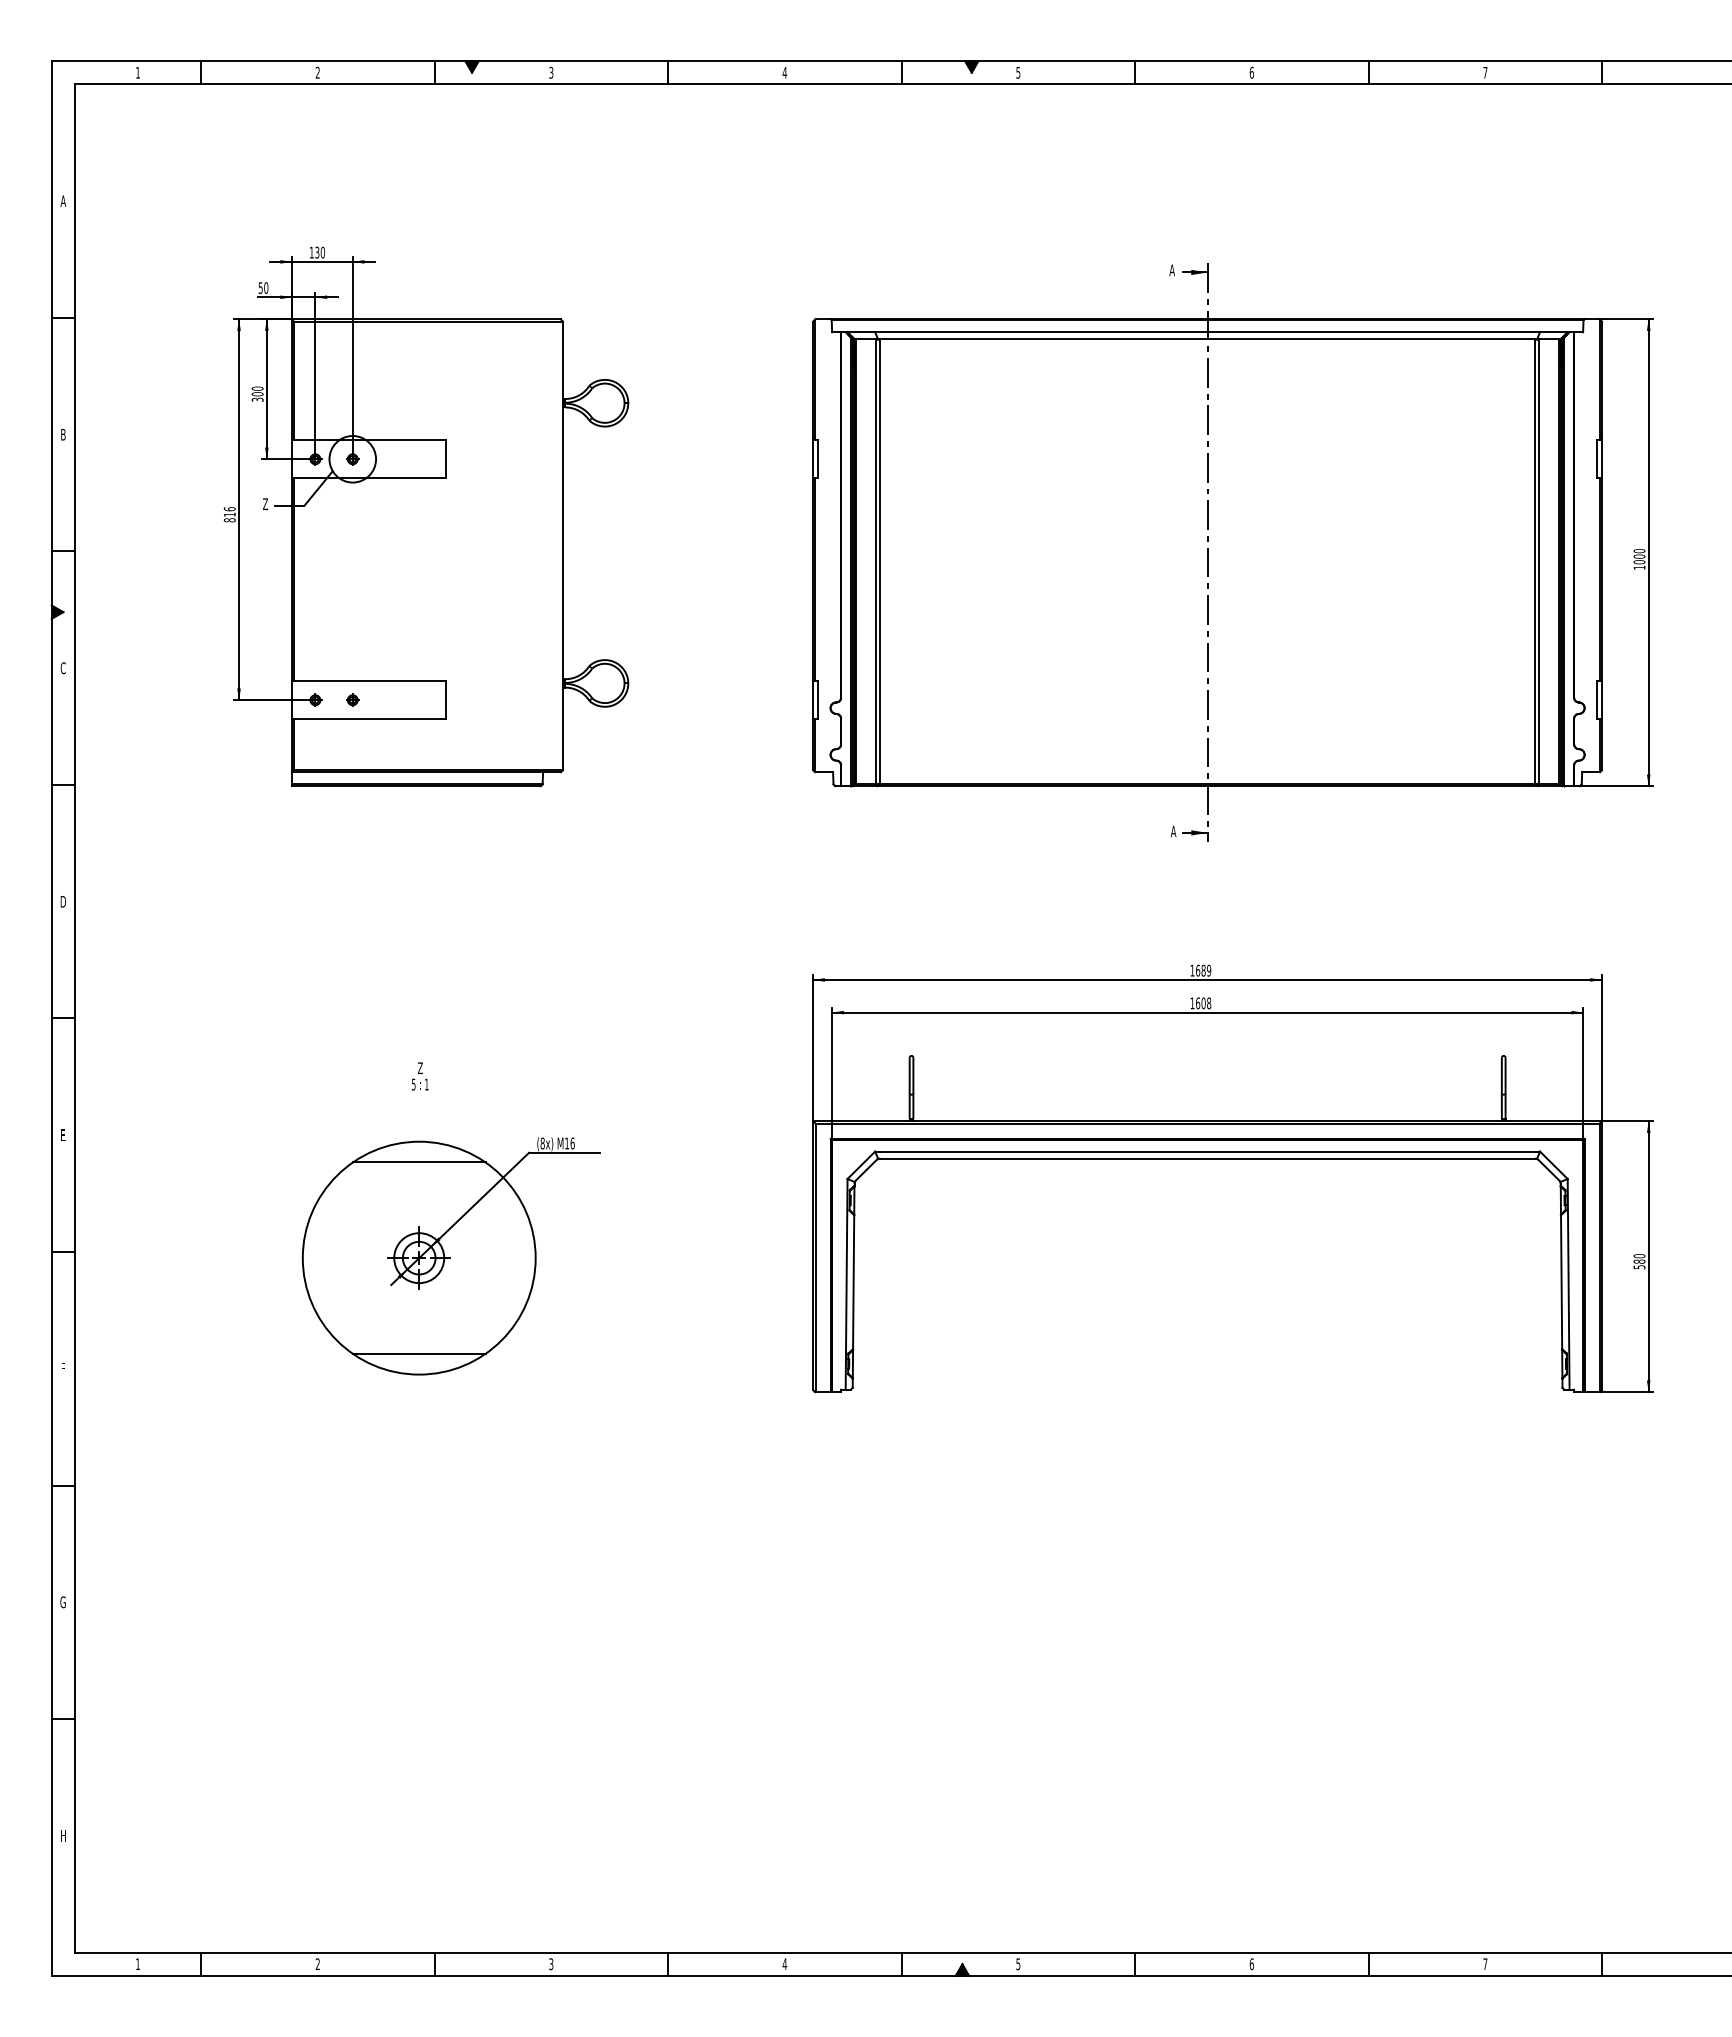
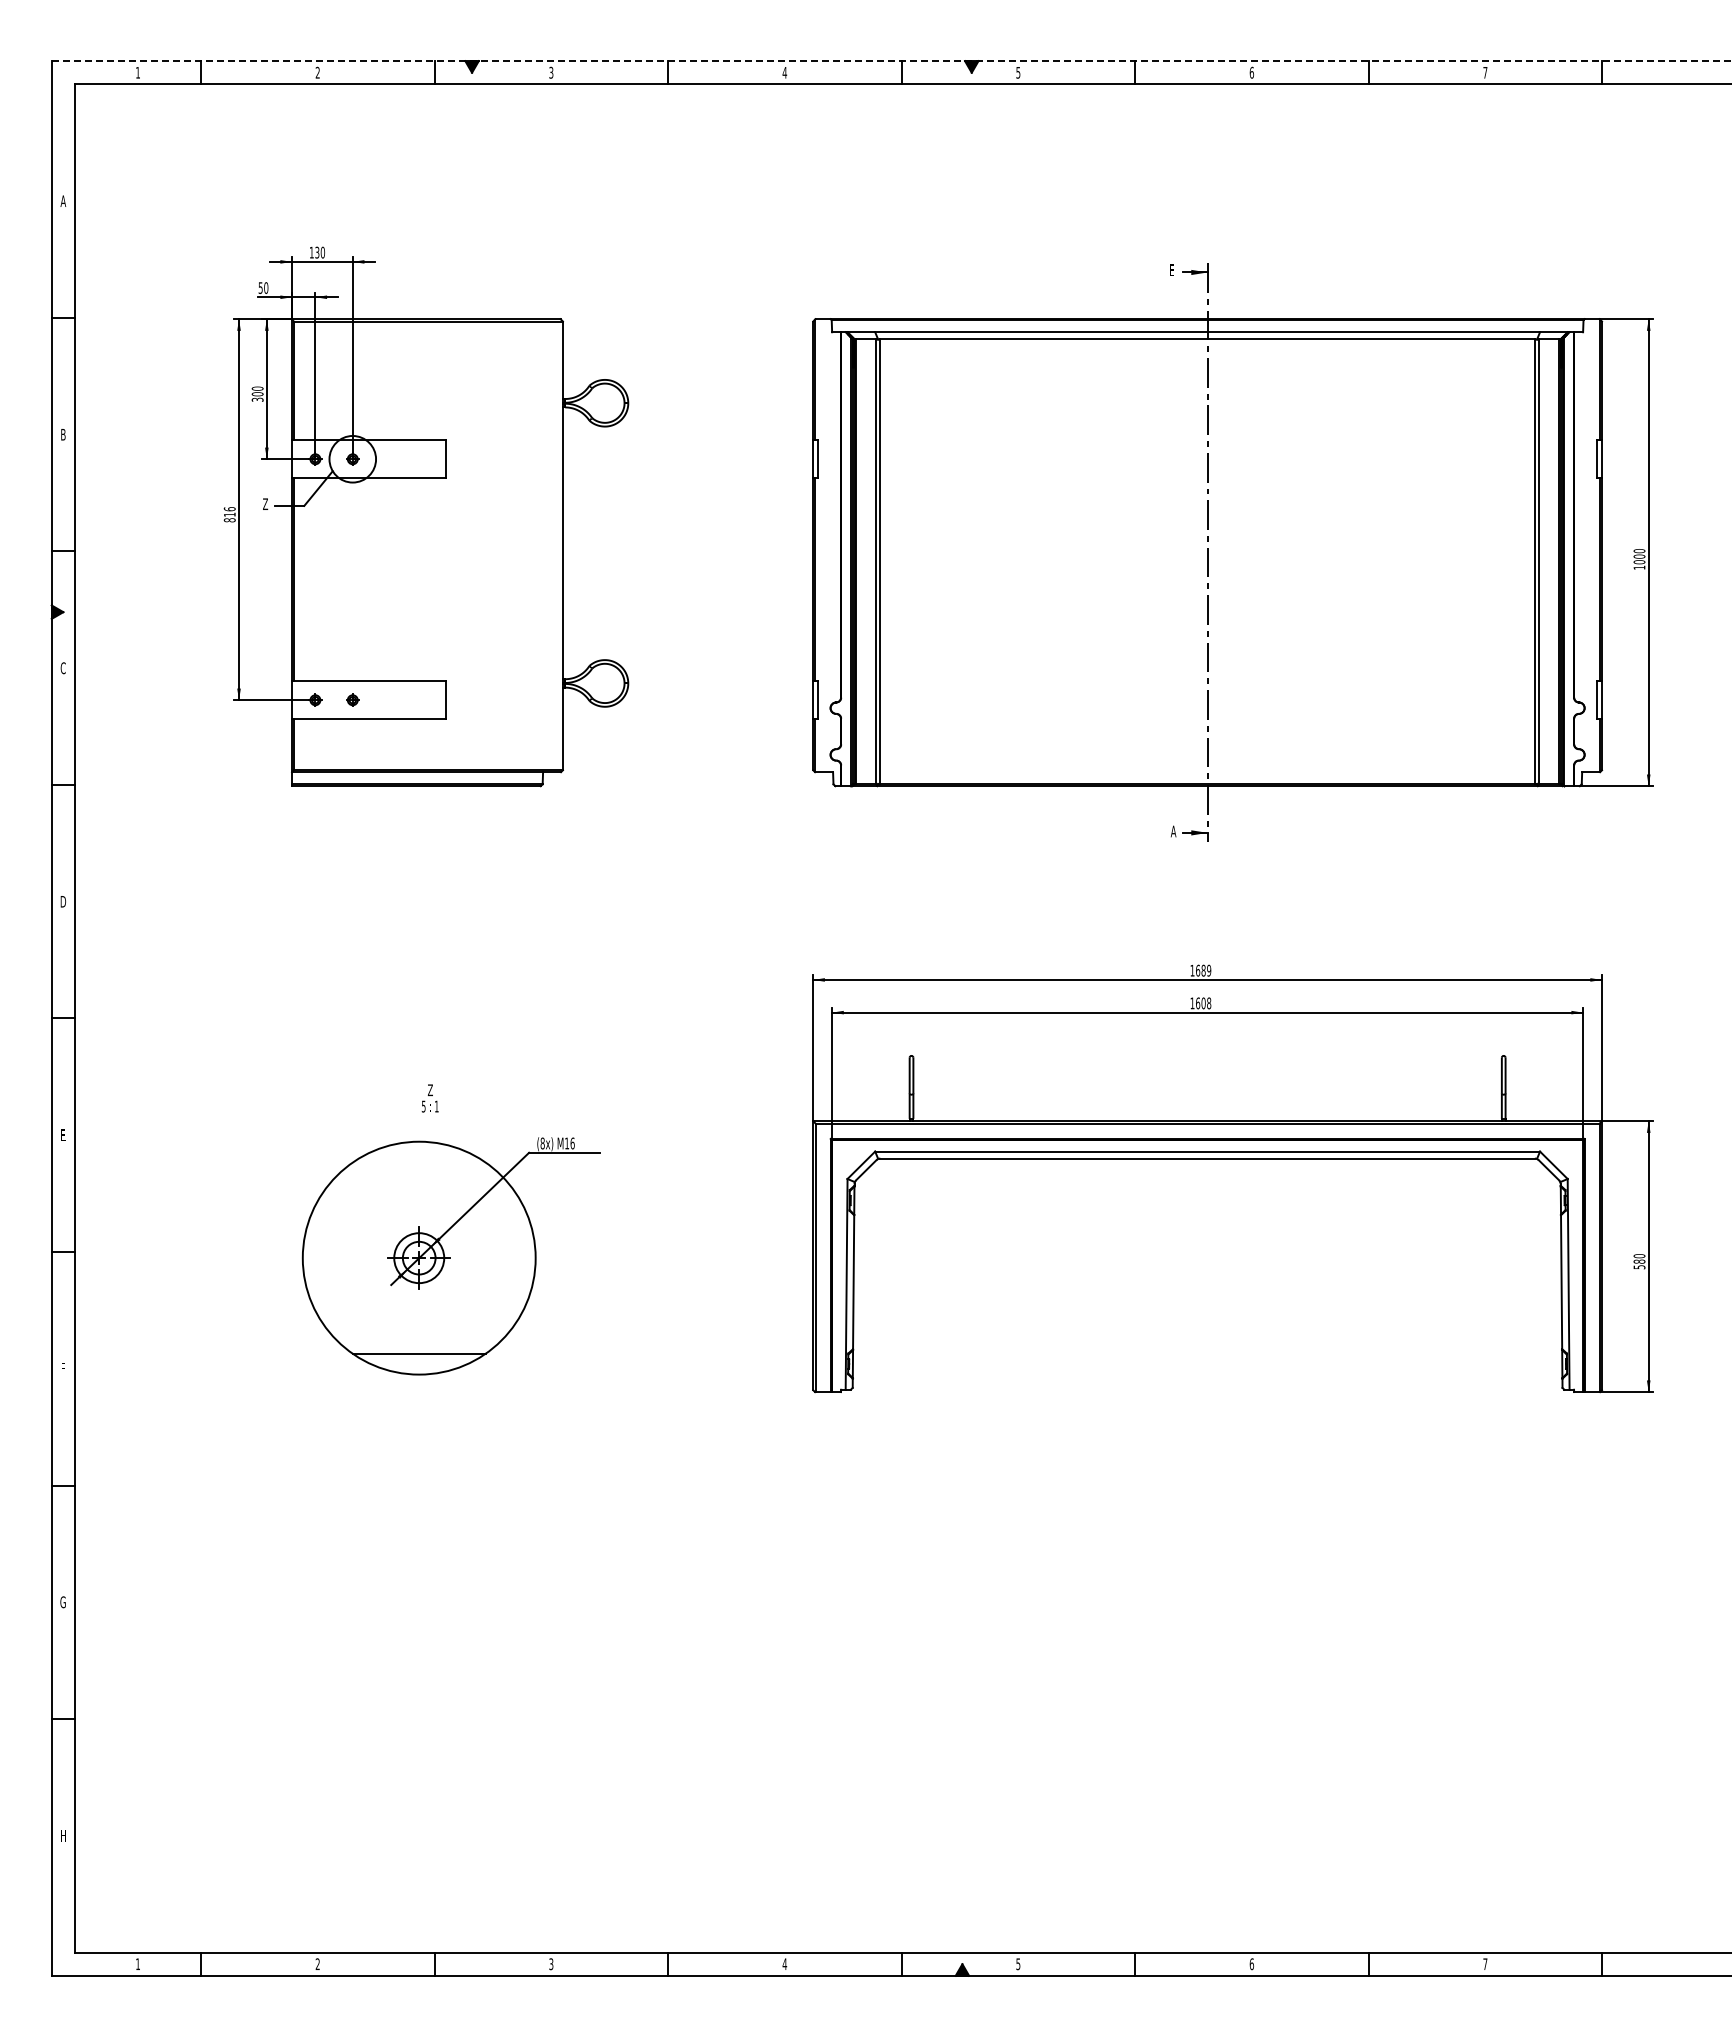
line at (891, 61): solid -> dashed
text at (1171, 270): A -> E
text at (419, 1076) position: (419, 1076) -> (429, 1098)
line at (418, 1162): present -> none
